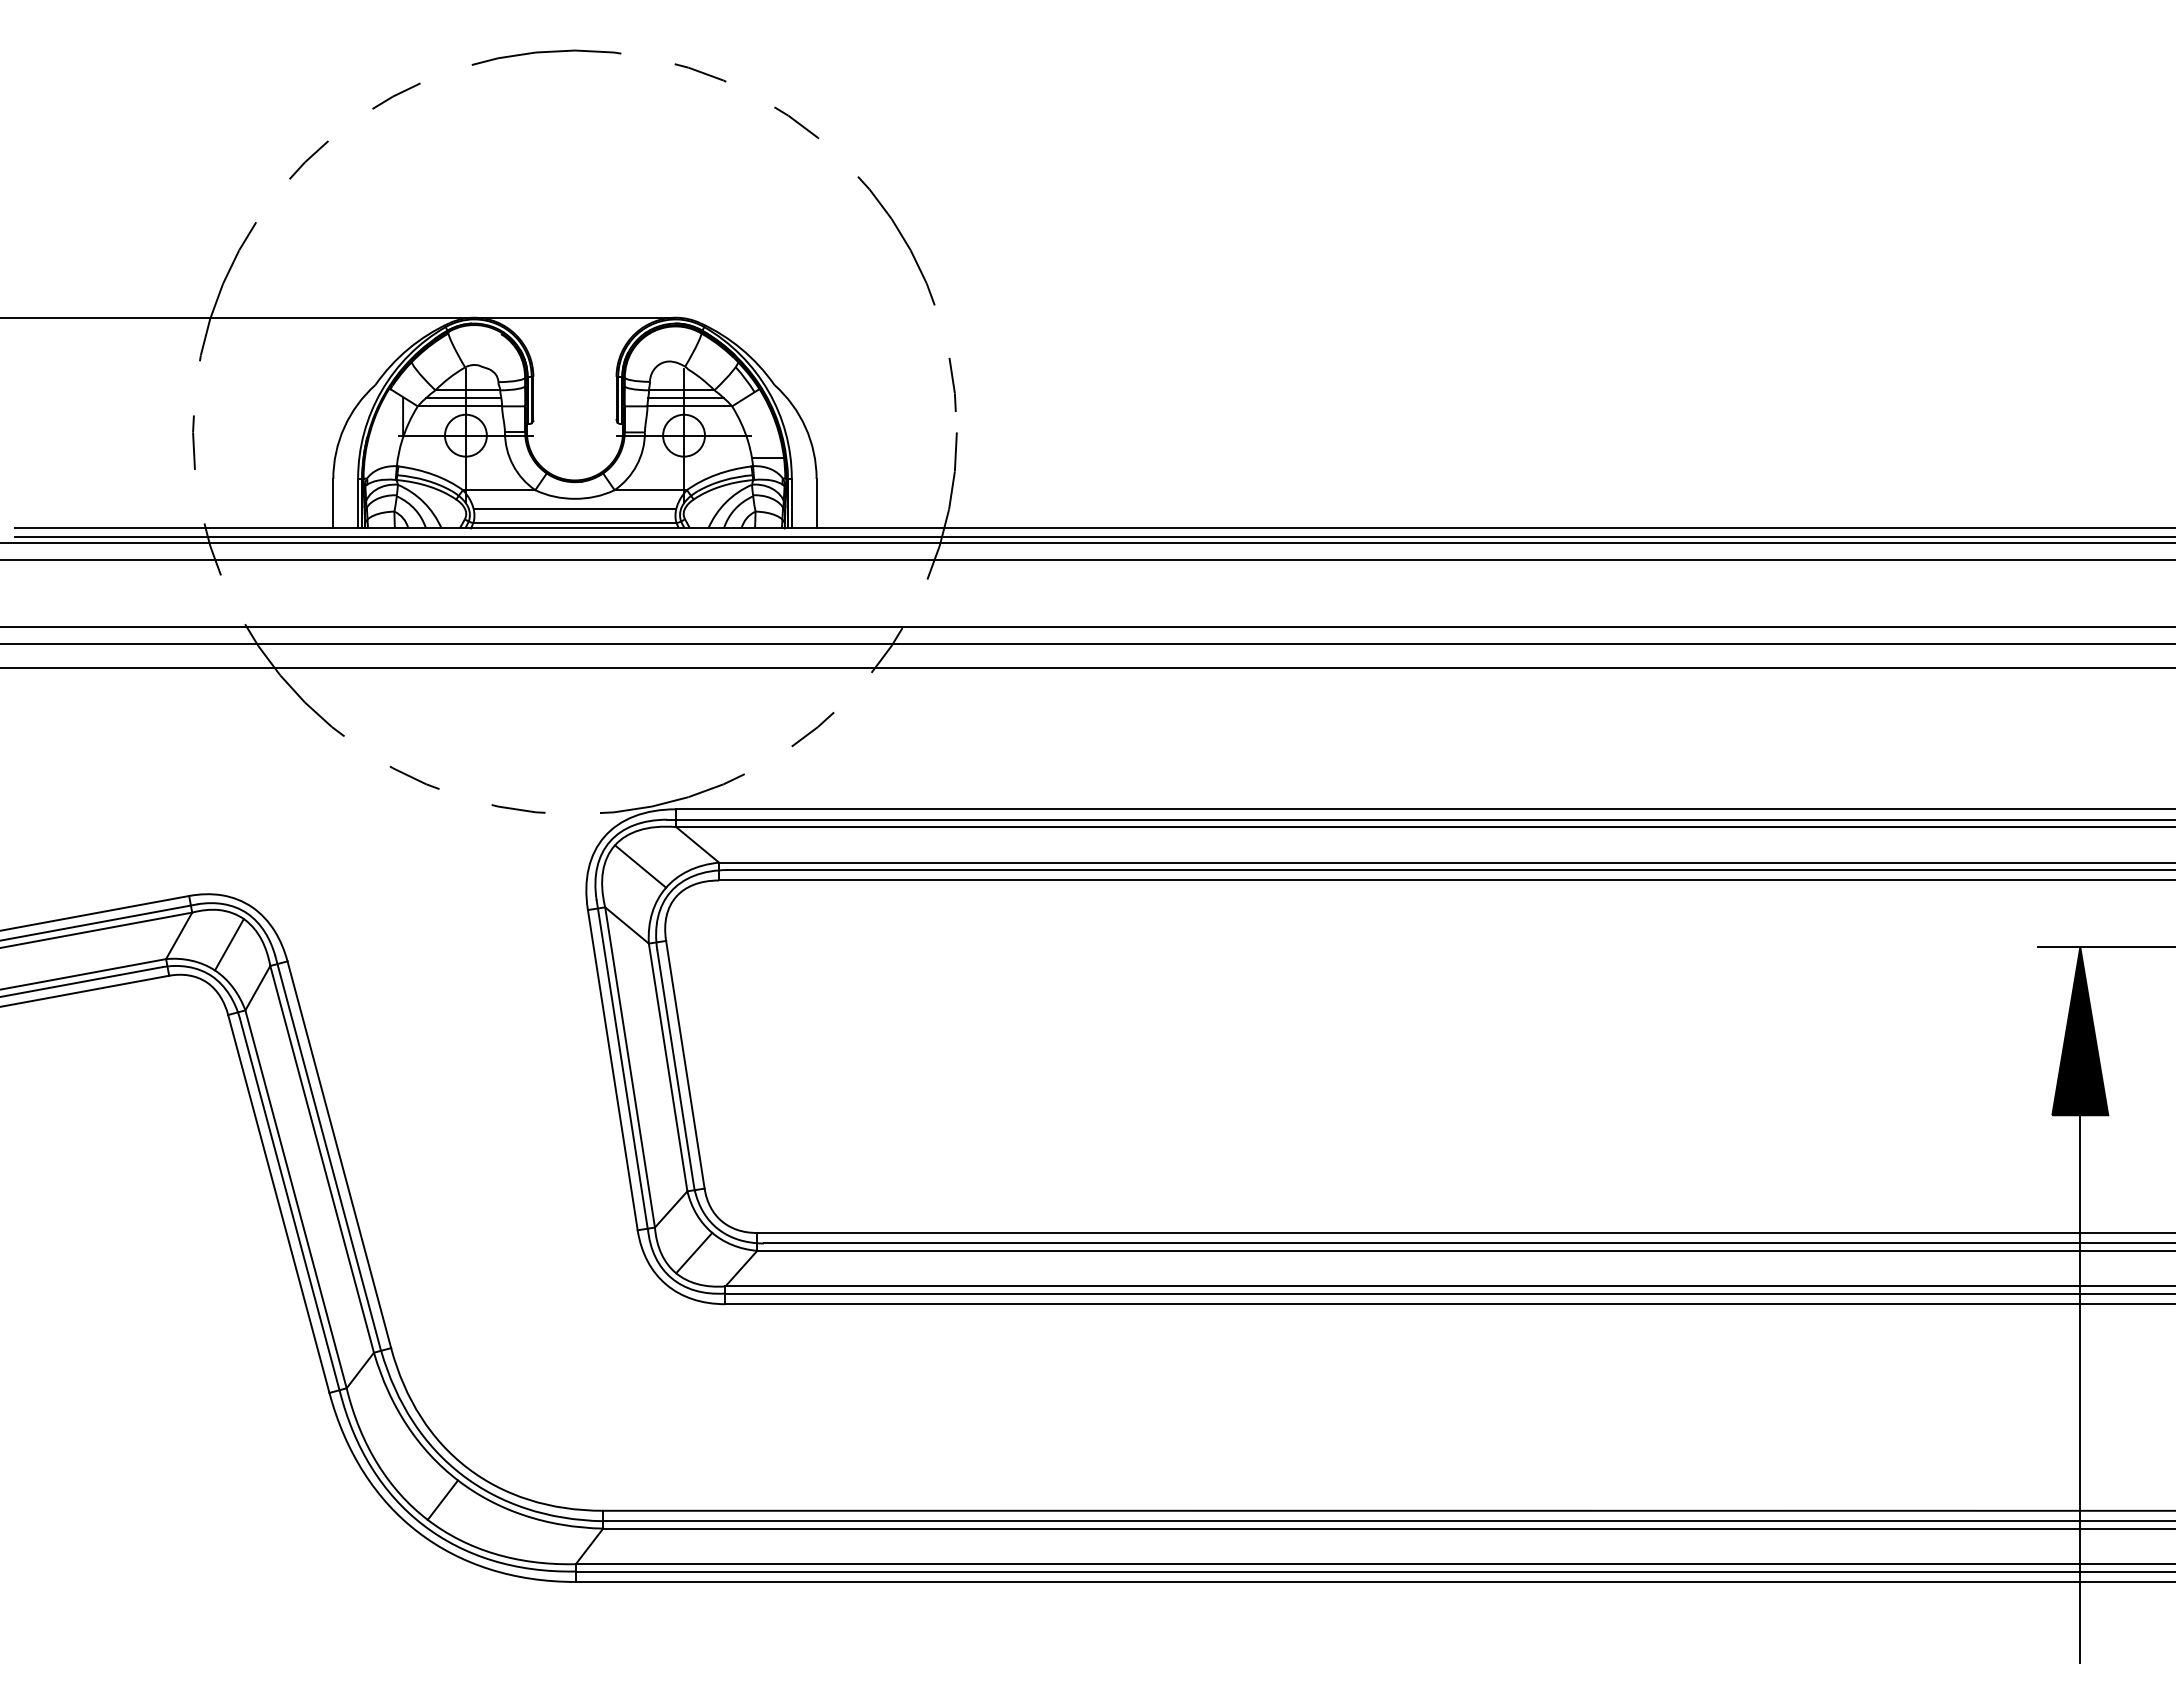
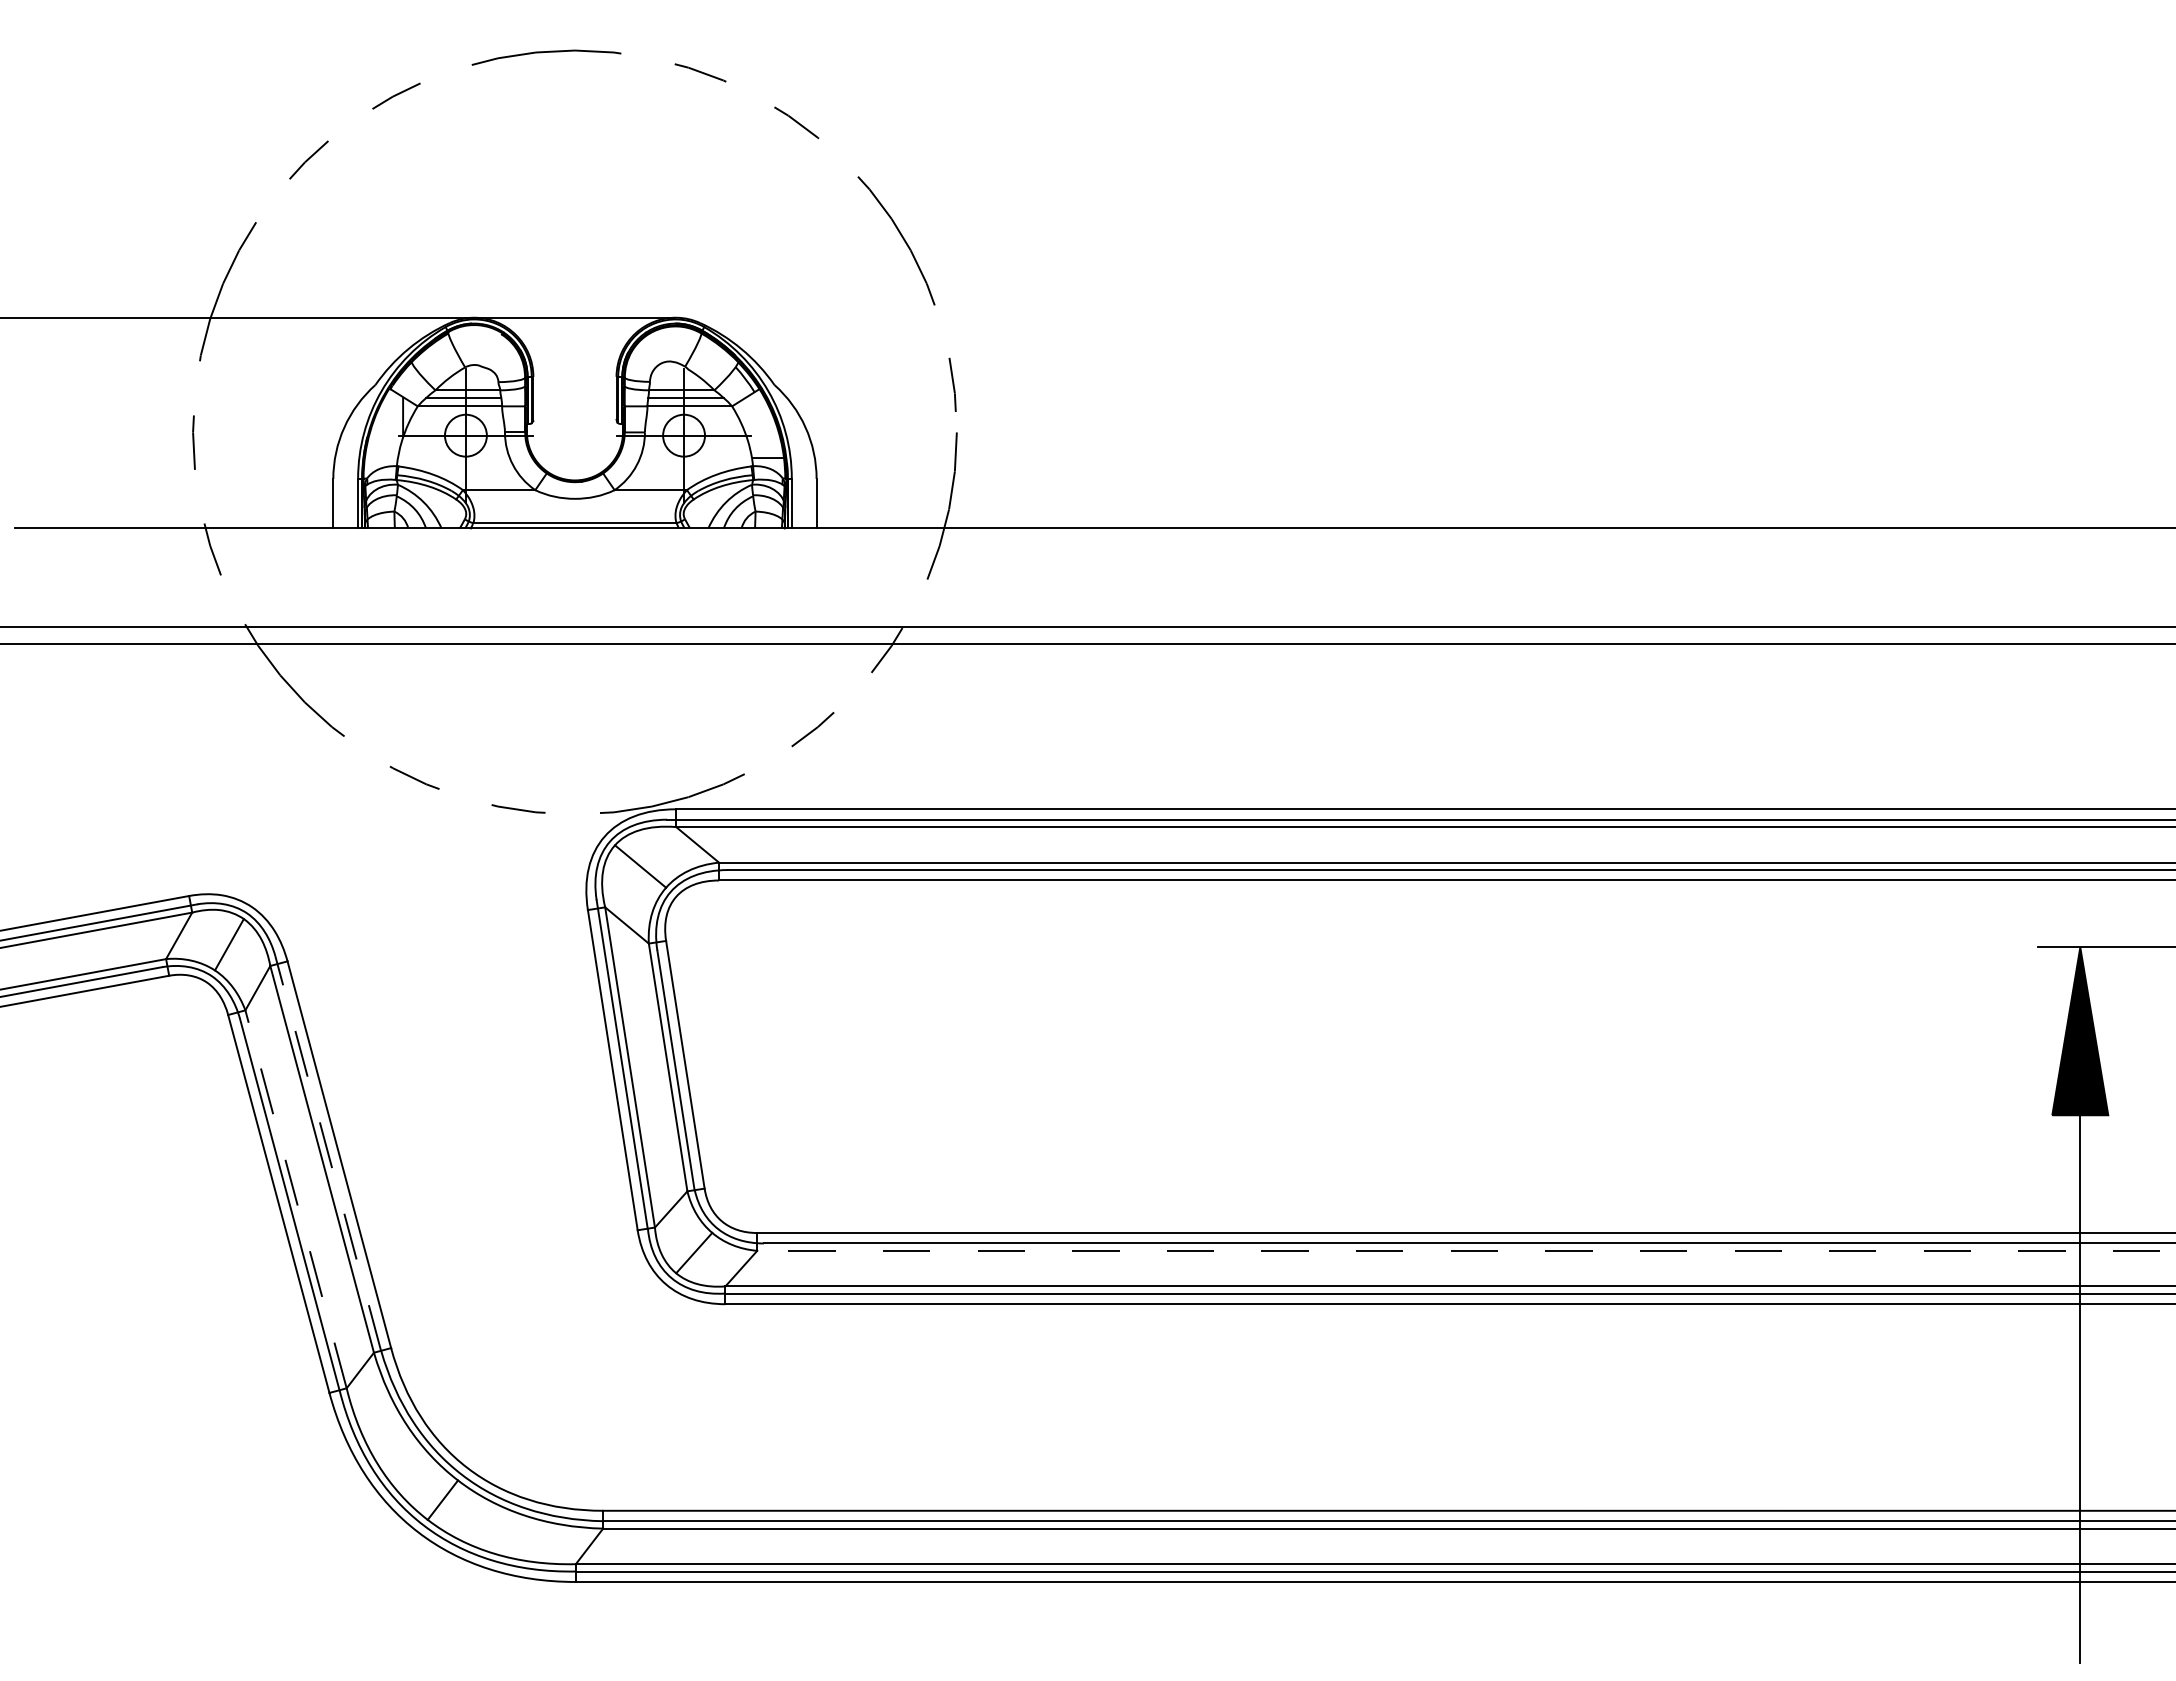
line at (574, 508): present -> none
line at (1093, 536): present -> none
line at (1087, 543): present -> none
line at (1087, 559): present -> none
line at (1087, 667): present -> none
line at (328, 1152): solid -> dashed
line at (296, 1199): solid -> dashed
line at (1466, 1250): solid -> dashed
